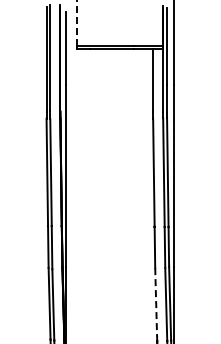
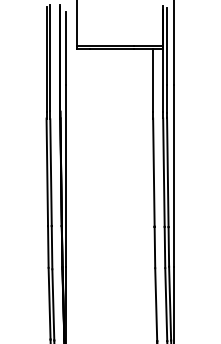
line at (77, 22): dashed -> solid
line at (156, 304): dashed -> solid
